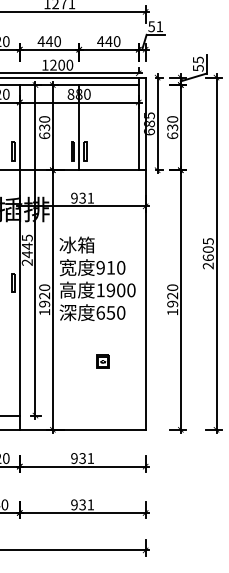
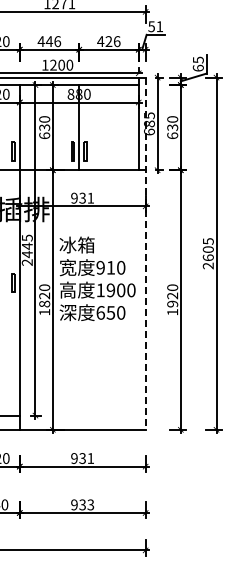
text at (57, 41): 440 -> 446
text at (112, 41): 440 -> 426
text at (197, 67): 55 -> 65
line at (145, 254): solid -> dashed
text at (44, 303): 1920 -> 1820
part at (102, 361): present -> none
text at (90, 504): 931 -> 933
